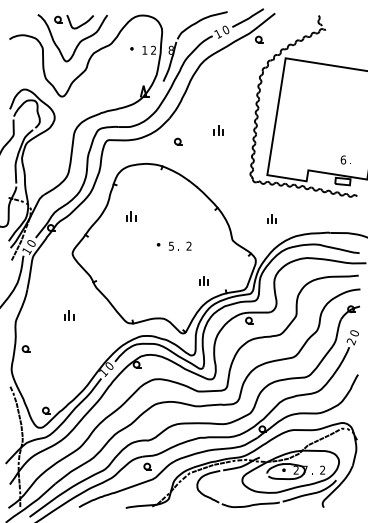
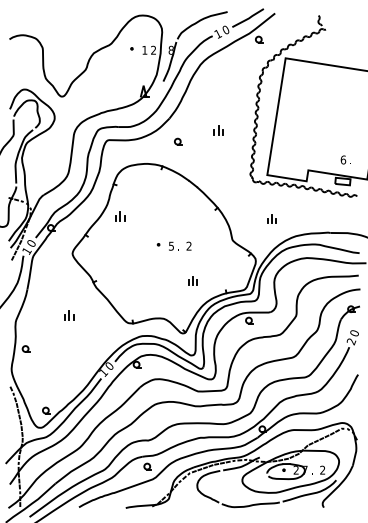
part at (78, 42): present -> none
part at (131, 216) position: (131, 216) -> (120, 216)
part at (203, 280) position: (203, 280) -> (192, 280)
